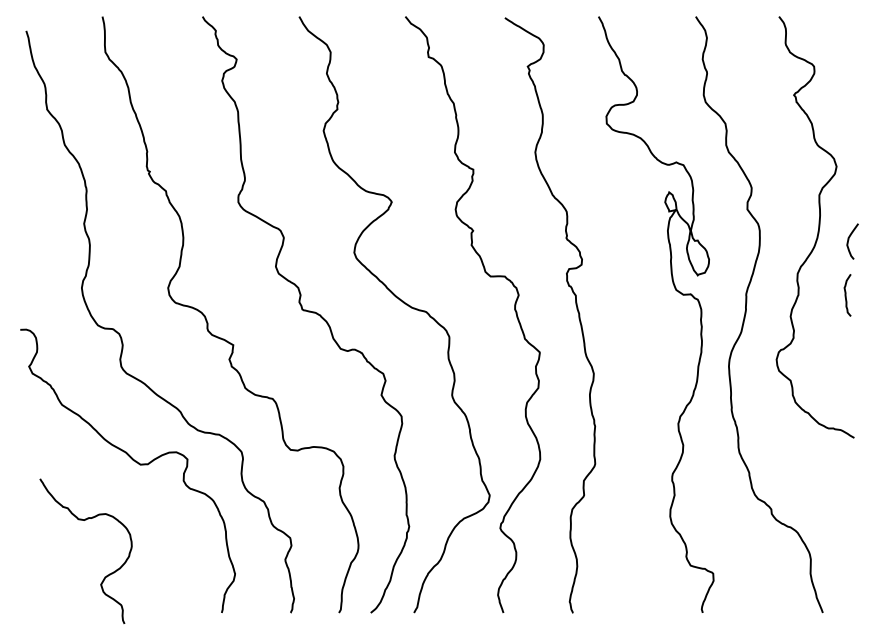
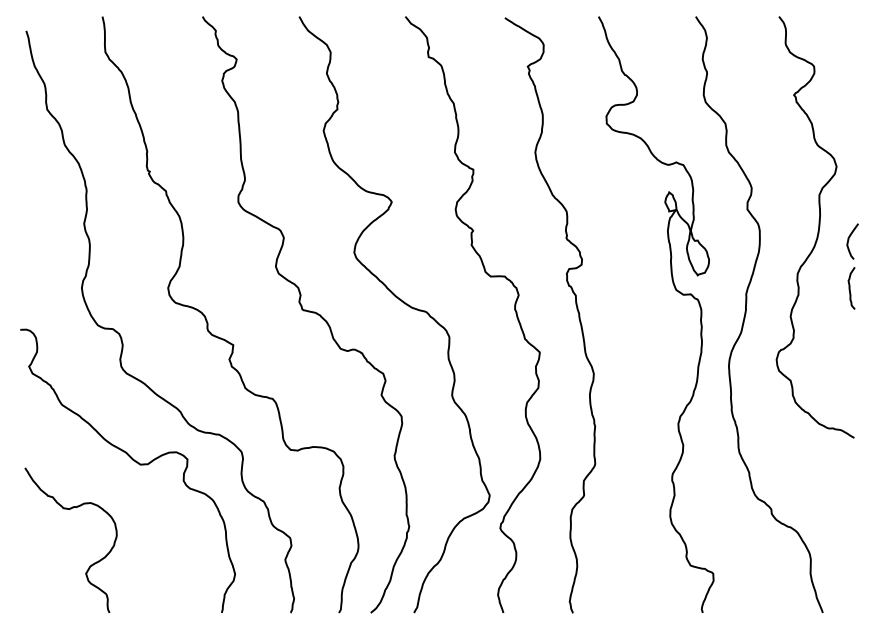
curve at (846, 295) position: (846, 295) -> (850, 288)
curve at (85, 520) position: (85, 520) -> (70, 509)
